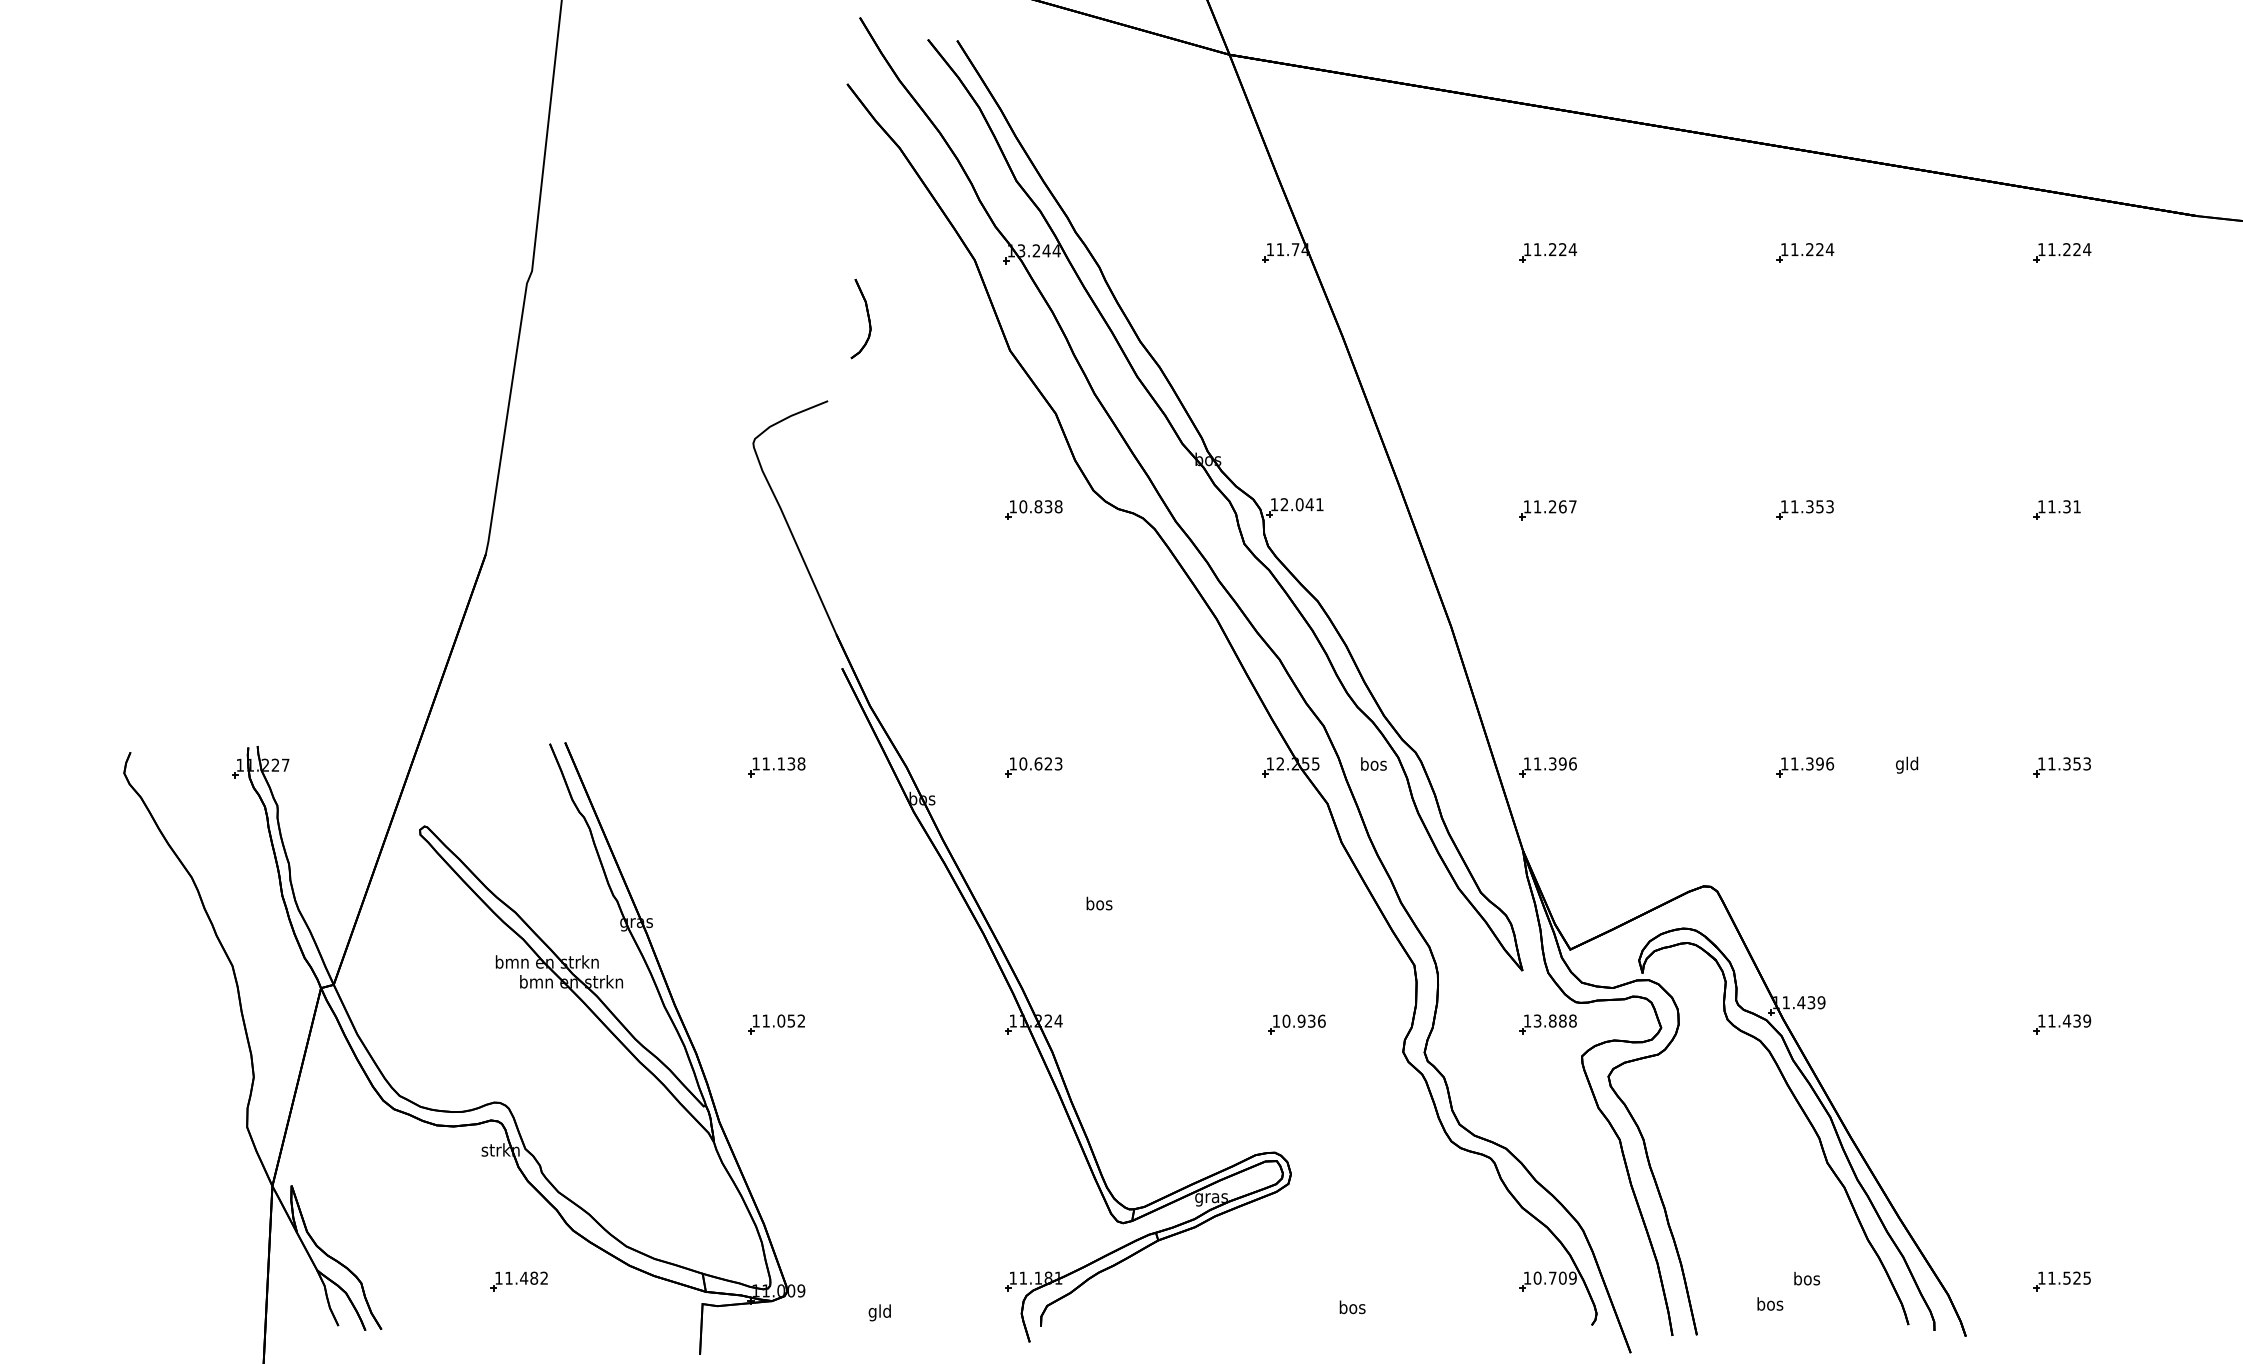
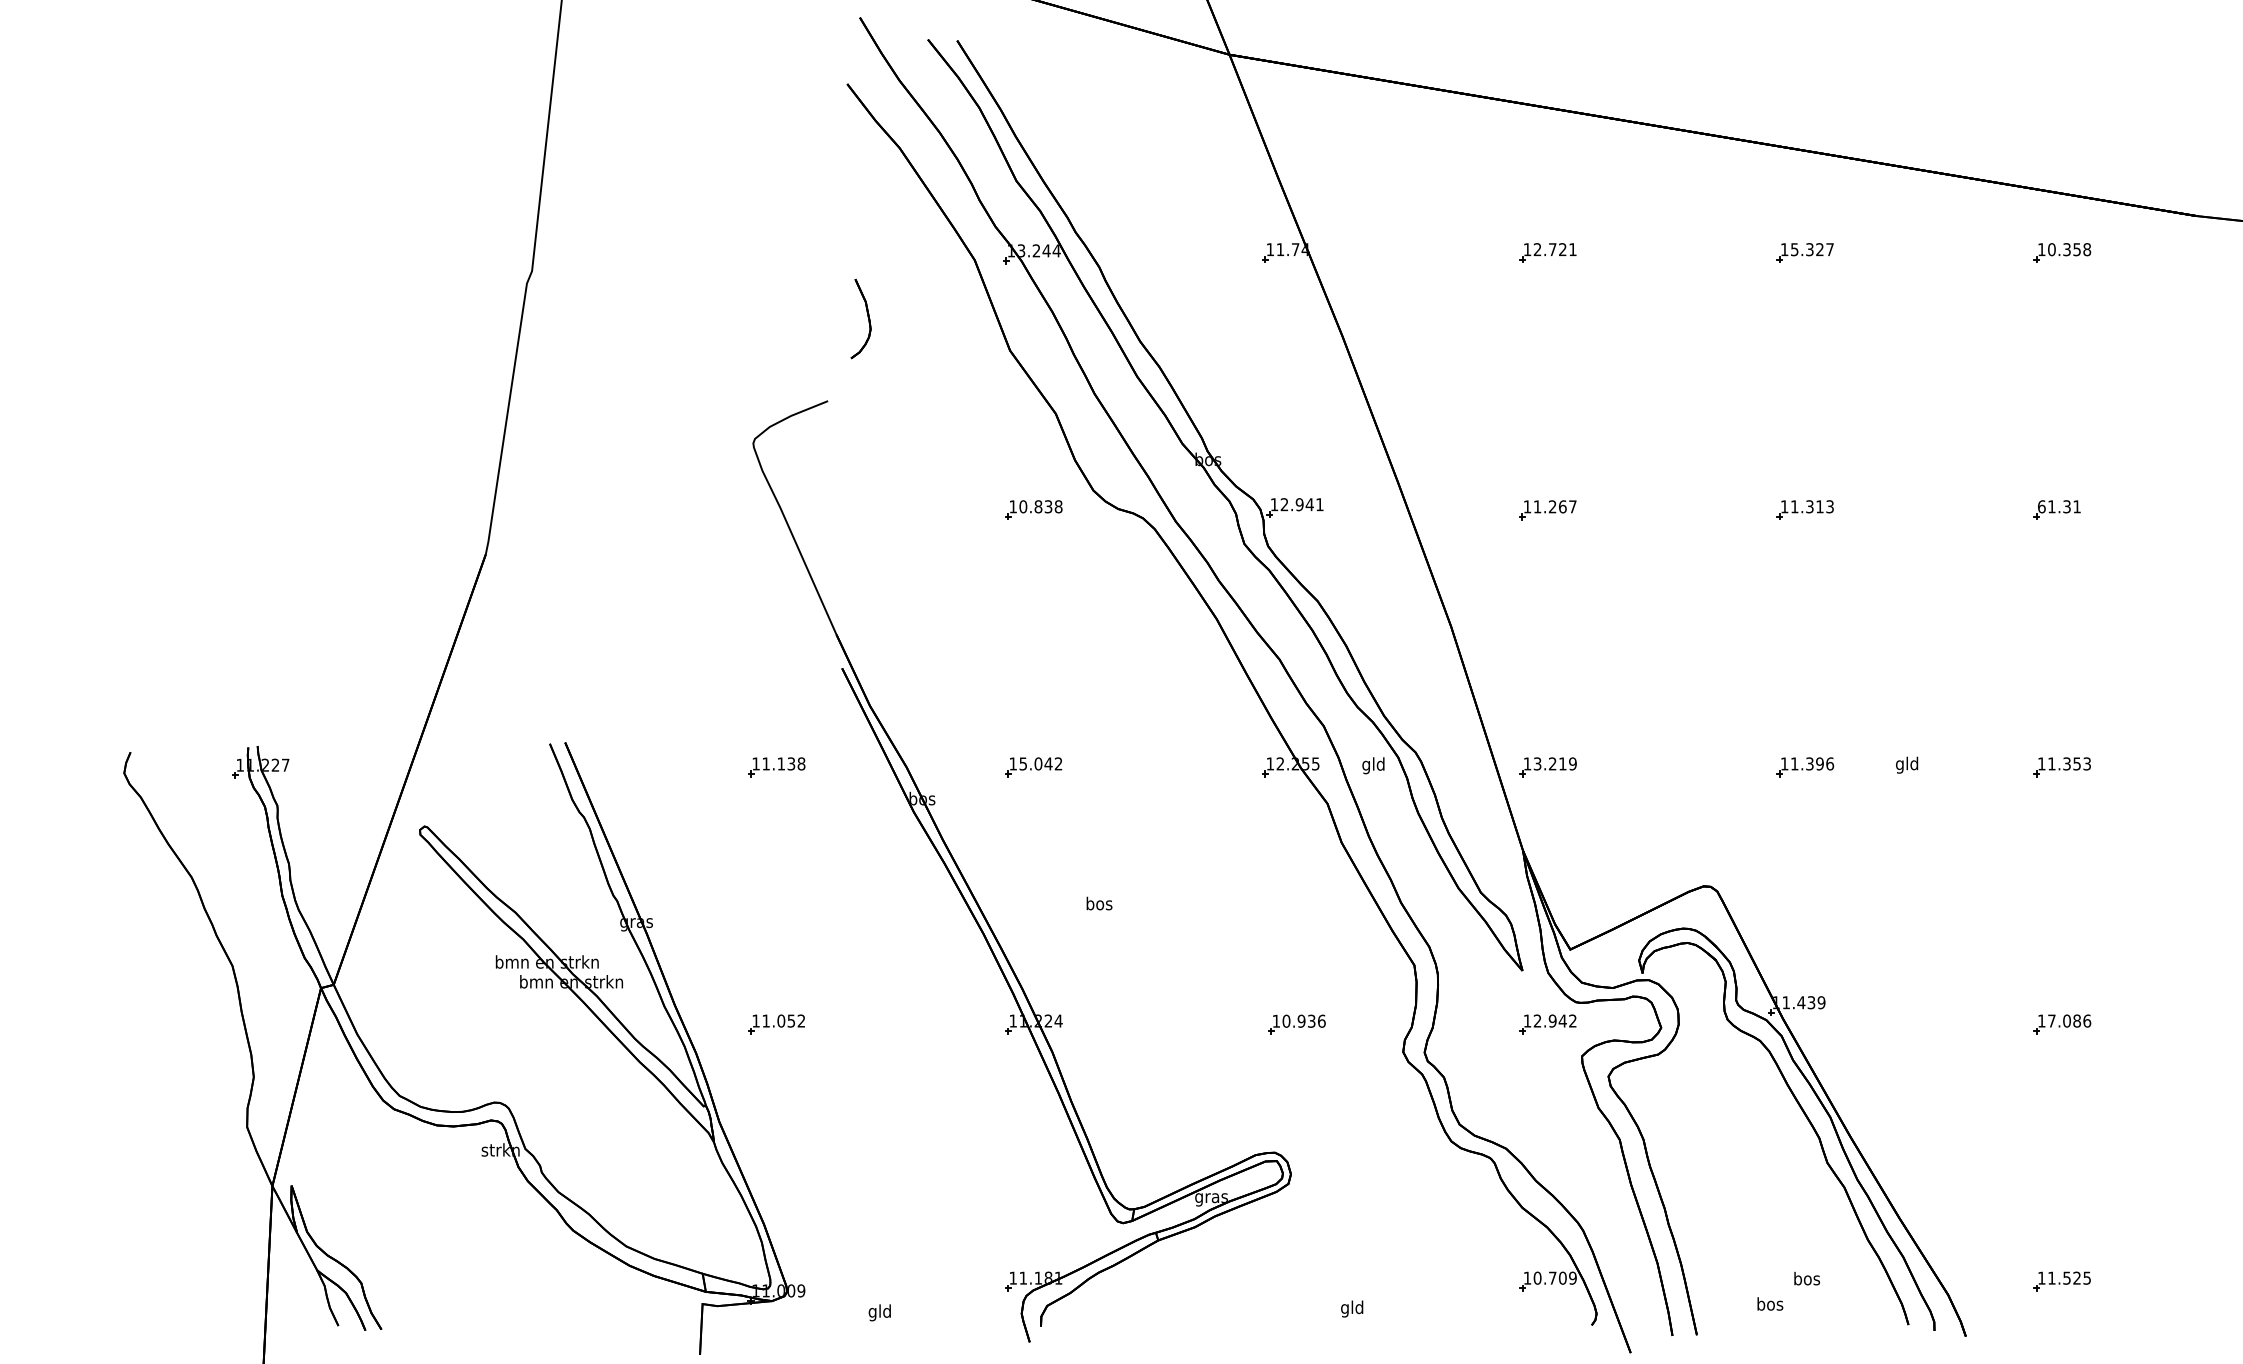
text at (1555, 249): 11.224 -> 12.721
text at (1812, 249): 11.224 -> 15.327
text at (2069, 249): 11.224 -> 10.358
text at (1299, 504): 12.041 -> 12.941
text at (1819, 506): 11.353 -> 11.313
text at (2041, 506): 11.31 -> 61.31
text at (1040, 763): 10.623 -> 15.042
text at (1554, 763): 11.396 -> 13.219
text at (1373, 765): bos -> gld
text at (1554, 1020): 13.888 -> 12.942
text at (2069, 1020): 11.439 -> 17.086
part at (518, 1281): present -> none
text at (1352, 1308): bos -> gld
